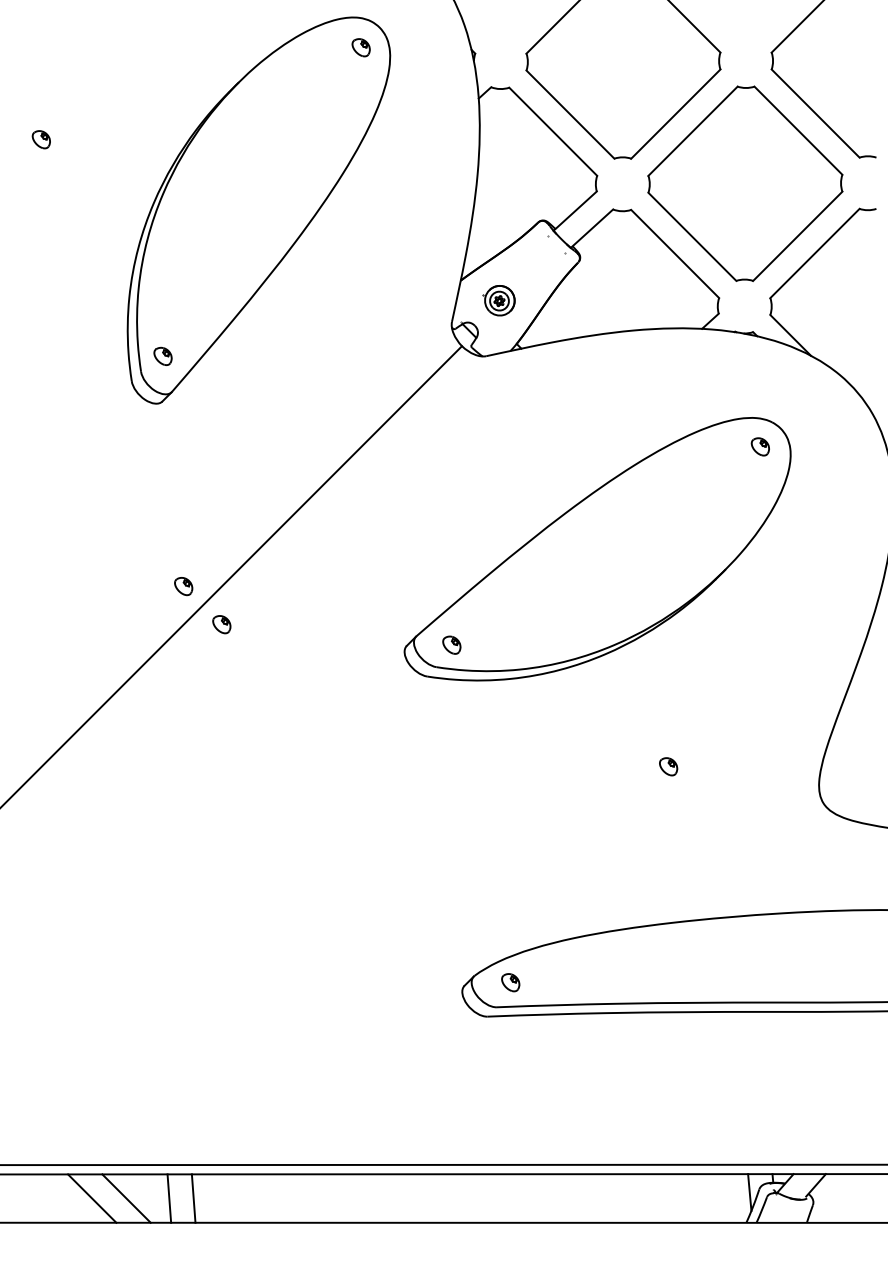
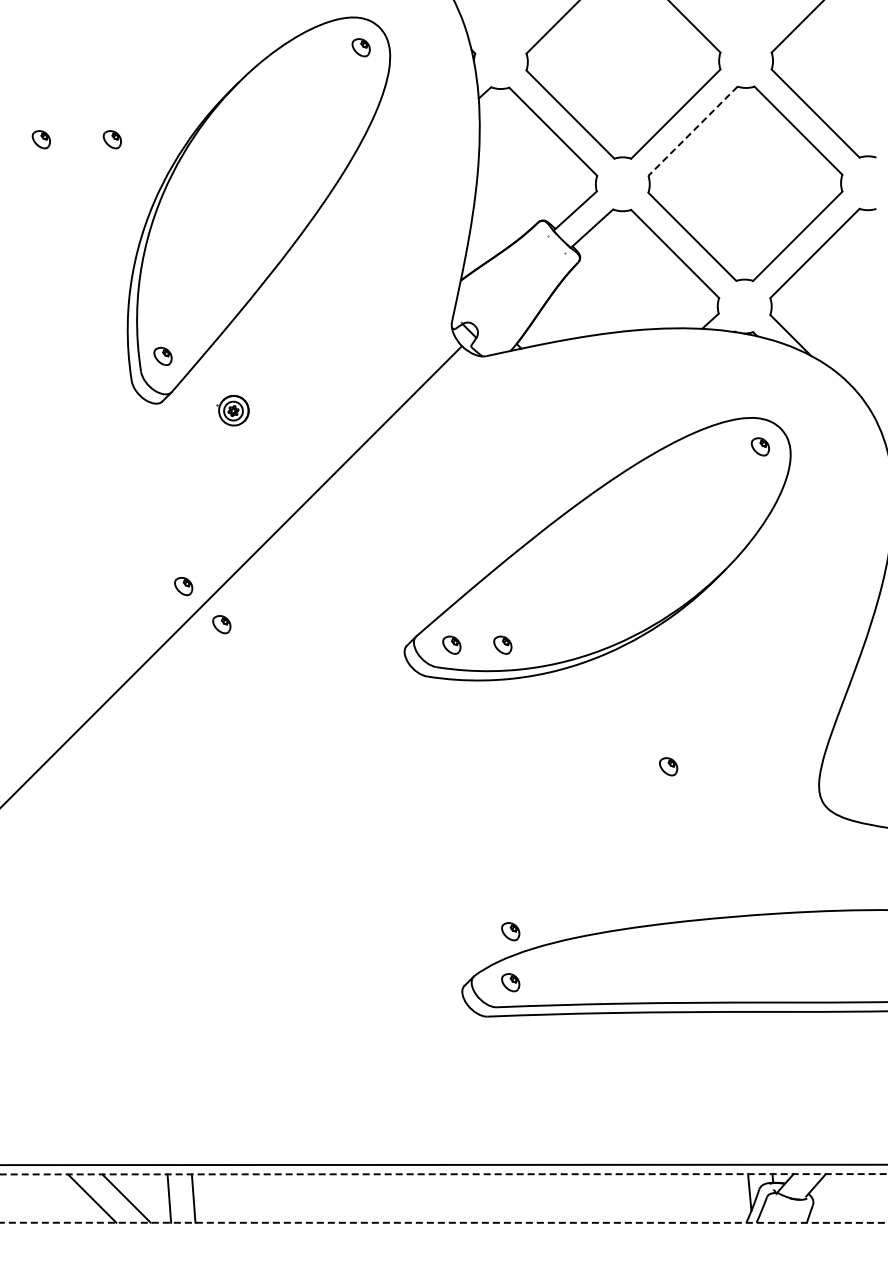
line at (692, 131): solid -> dashed
part at (111, 139): none -> present
part at (498, 300) position: (498, 300) -> (232, 410)
part at (502, 644): none -> present
part at (510, 931): none -> present
line at (443, 1174): solid -> dashed
line at (443, 1222): solid -> dashed
